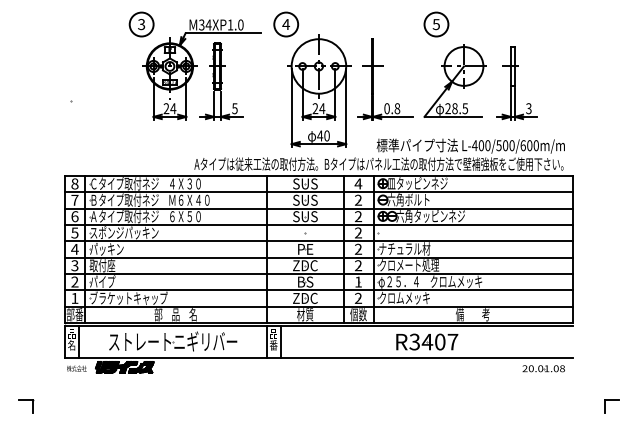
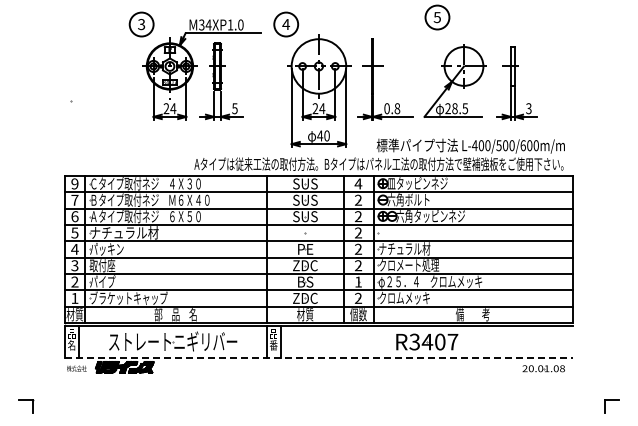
part at (436, 24) position: (436, 24) -> (437, 17)
text at (74, 183): 8 -> 9
text at (124, 232): スポンジパッキン -> ナチュラル材
text at (74, 314): 部番 -> 材質
line at (319, 358): solid -> dashed
